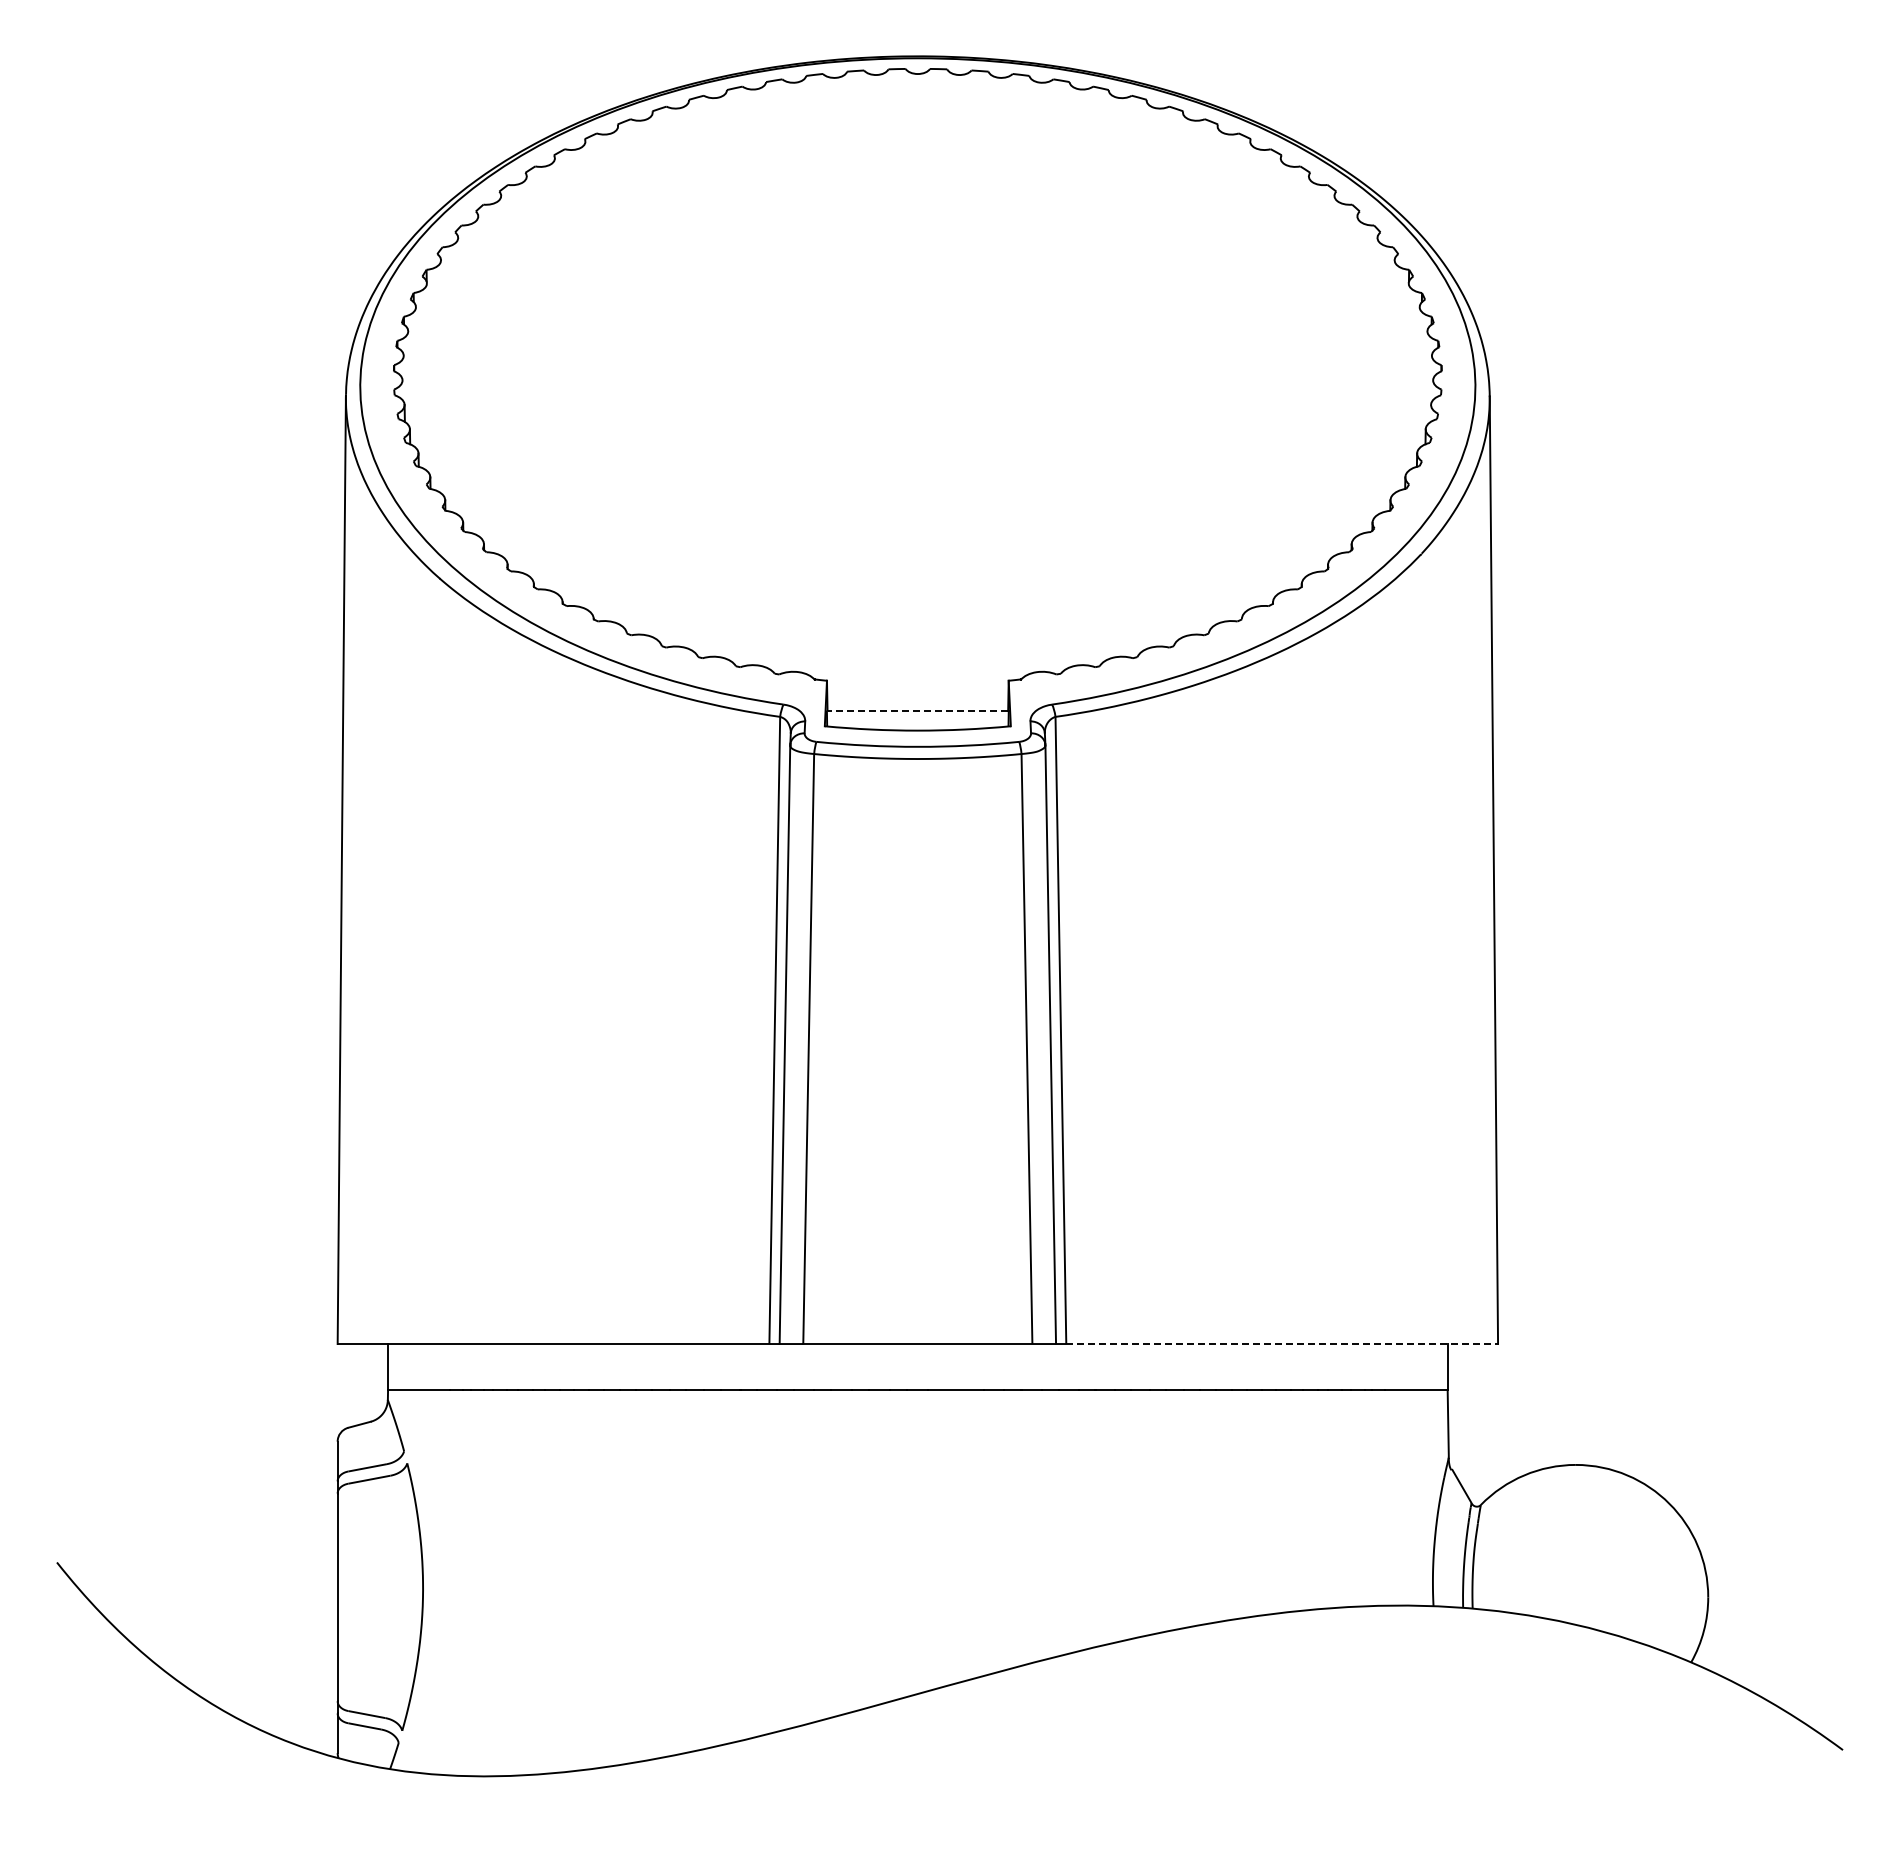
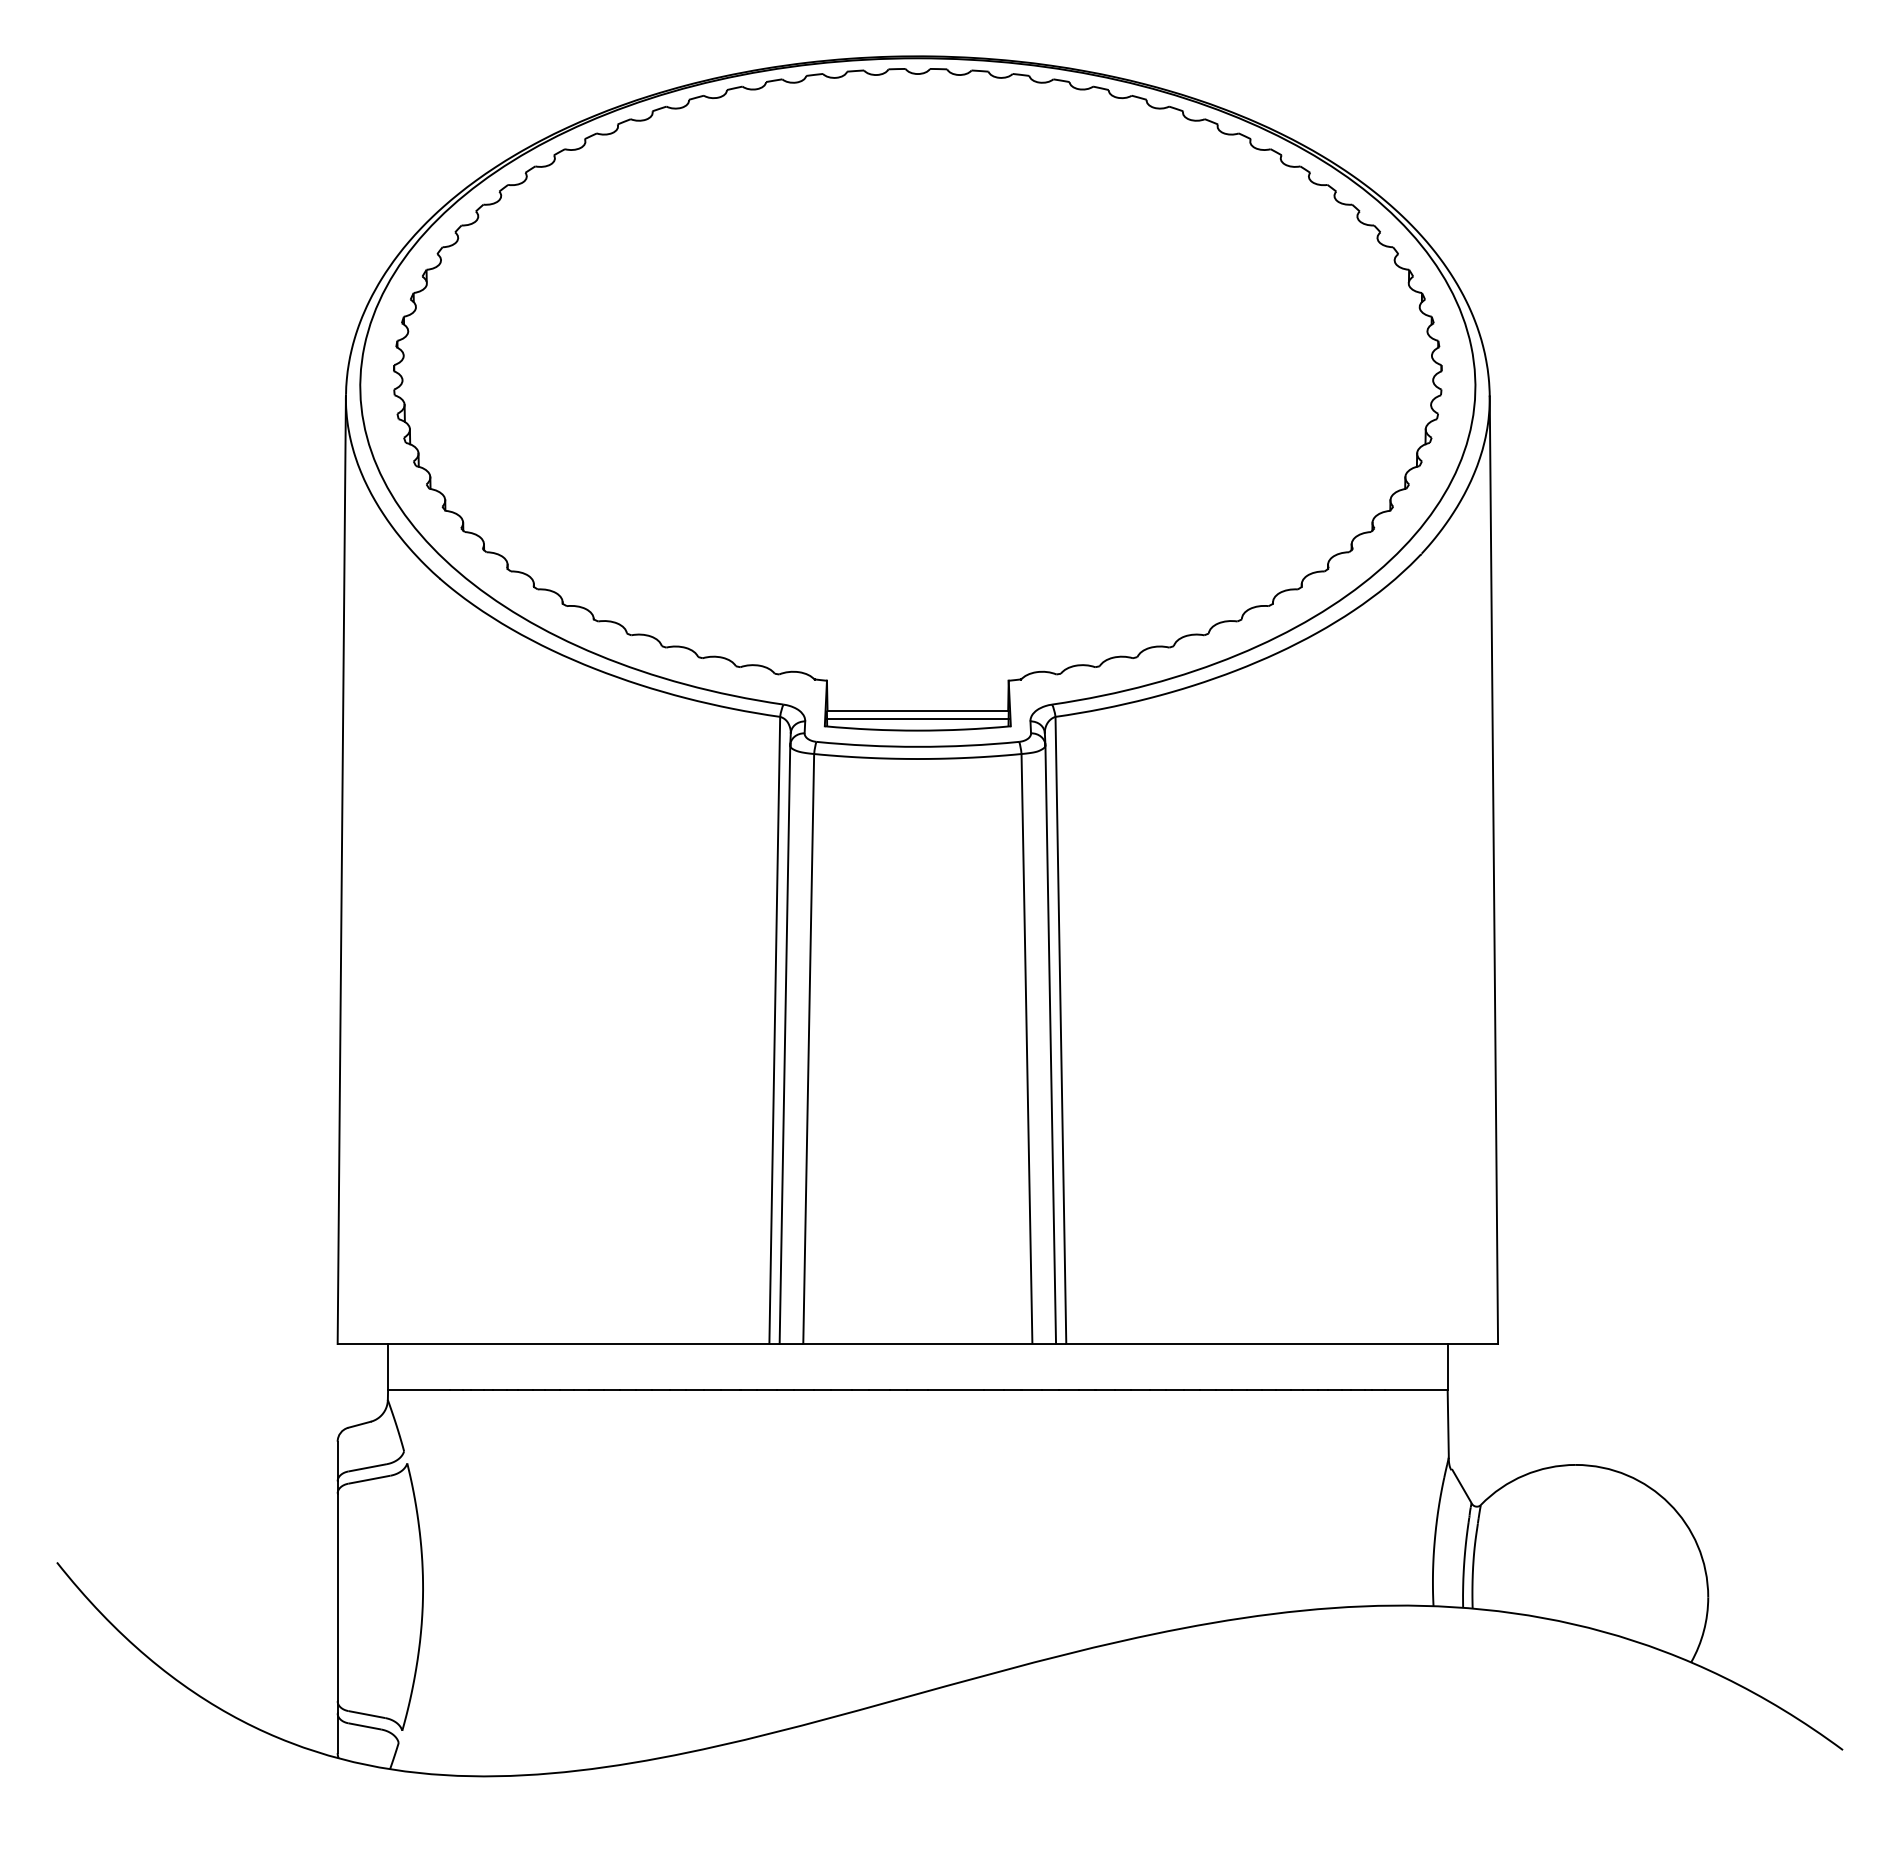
line at (917, 710): dashed -> solid
line at (917, 719): none -> present
line at (1282, 1344): dashed -> solid
